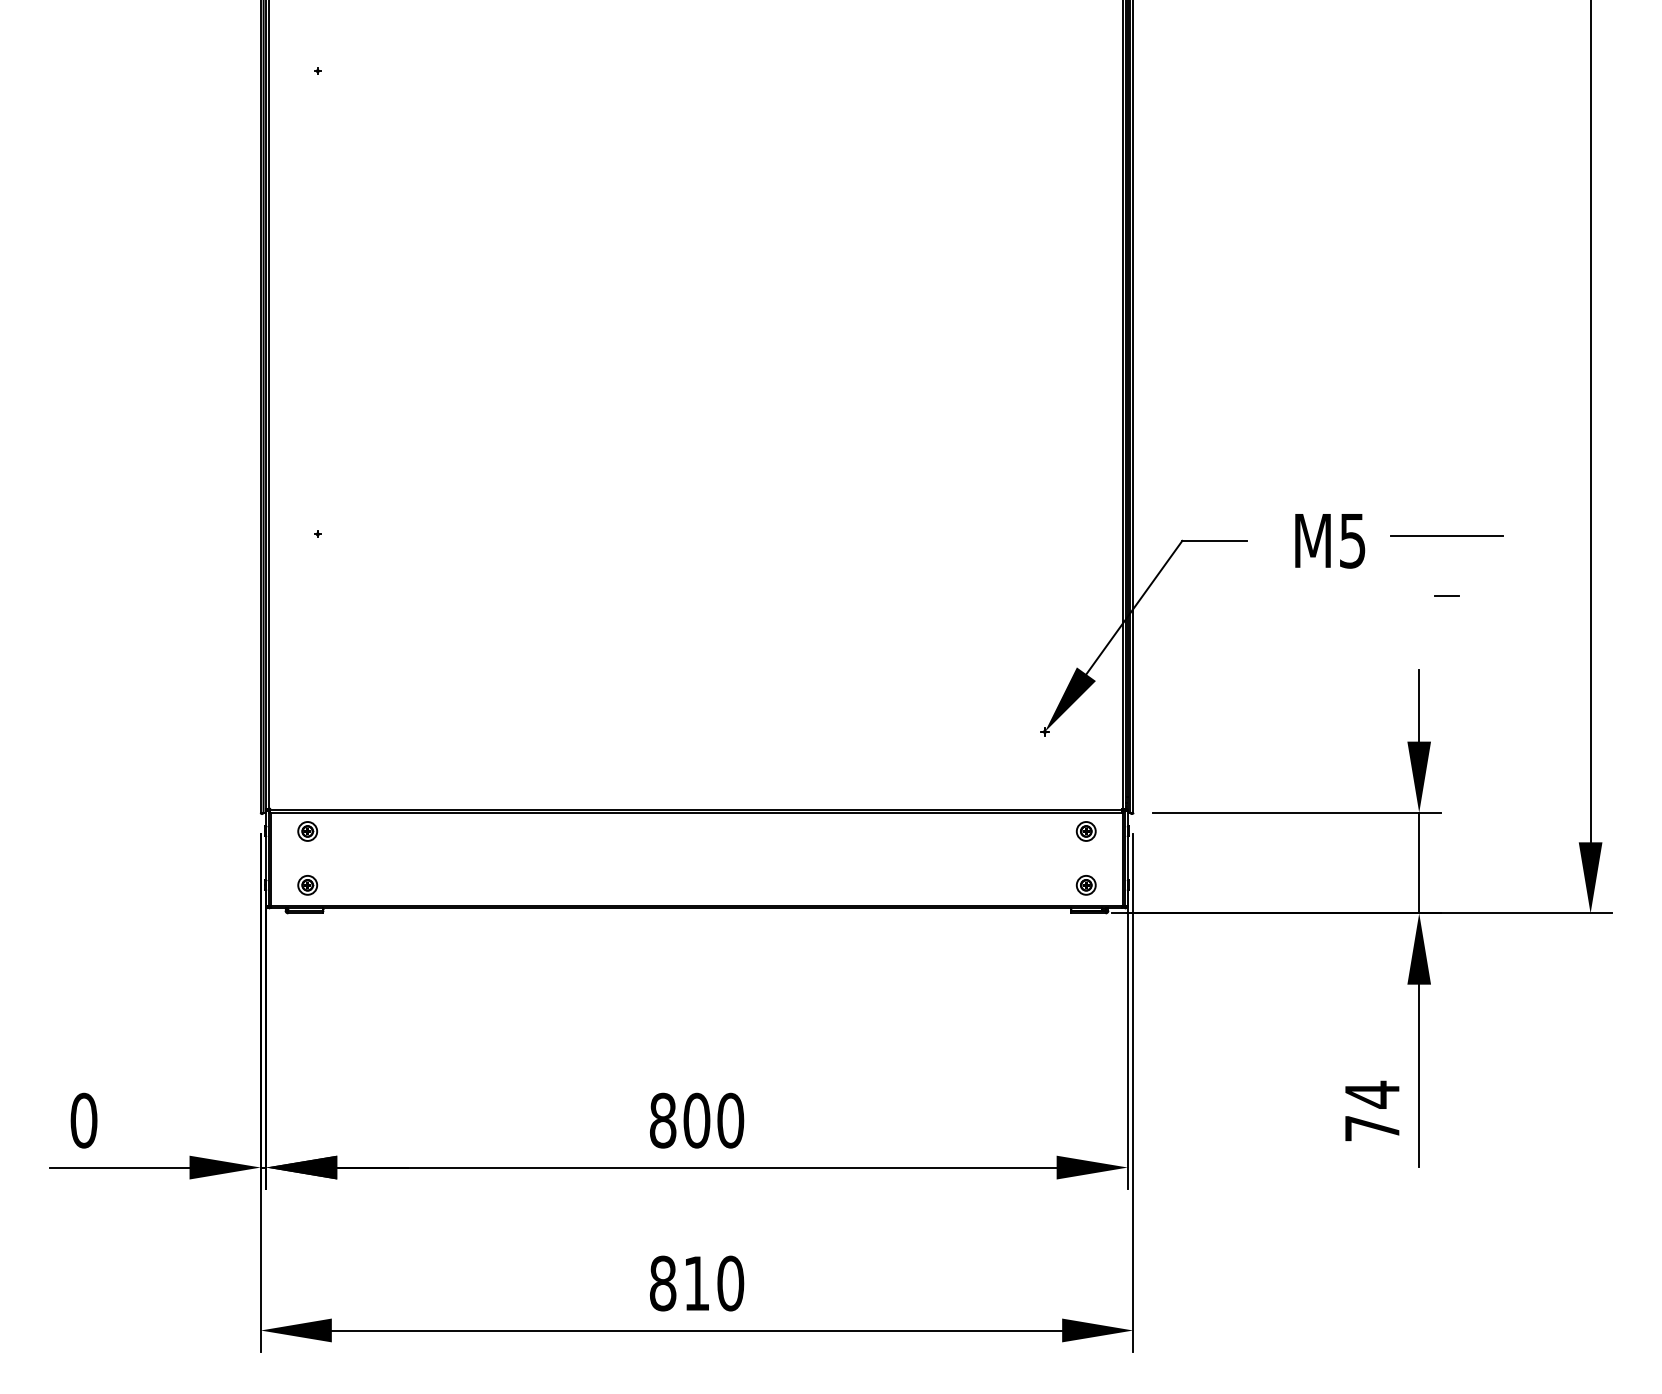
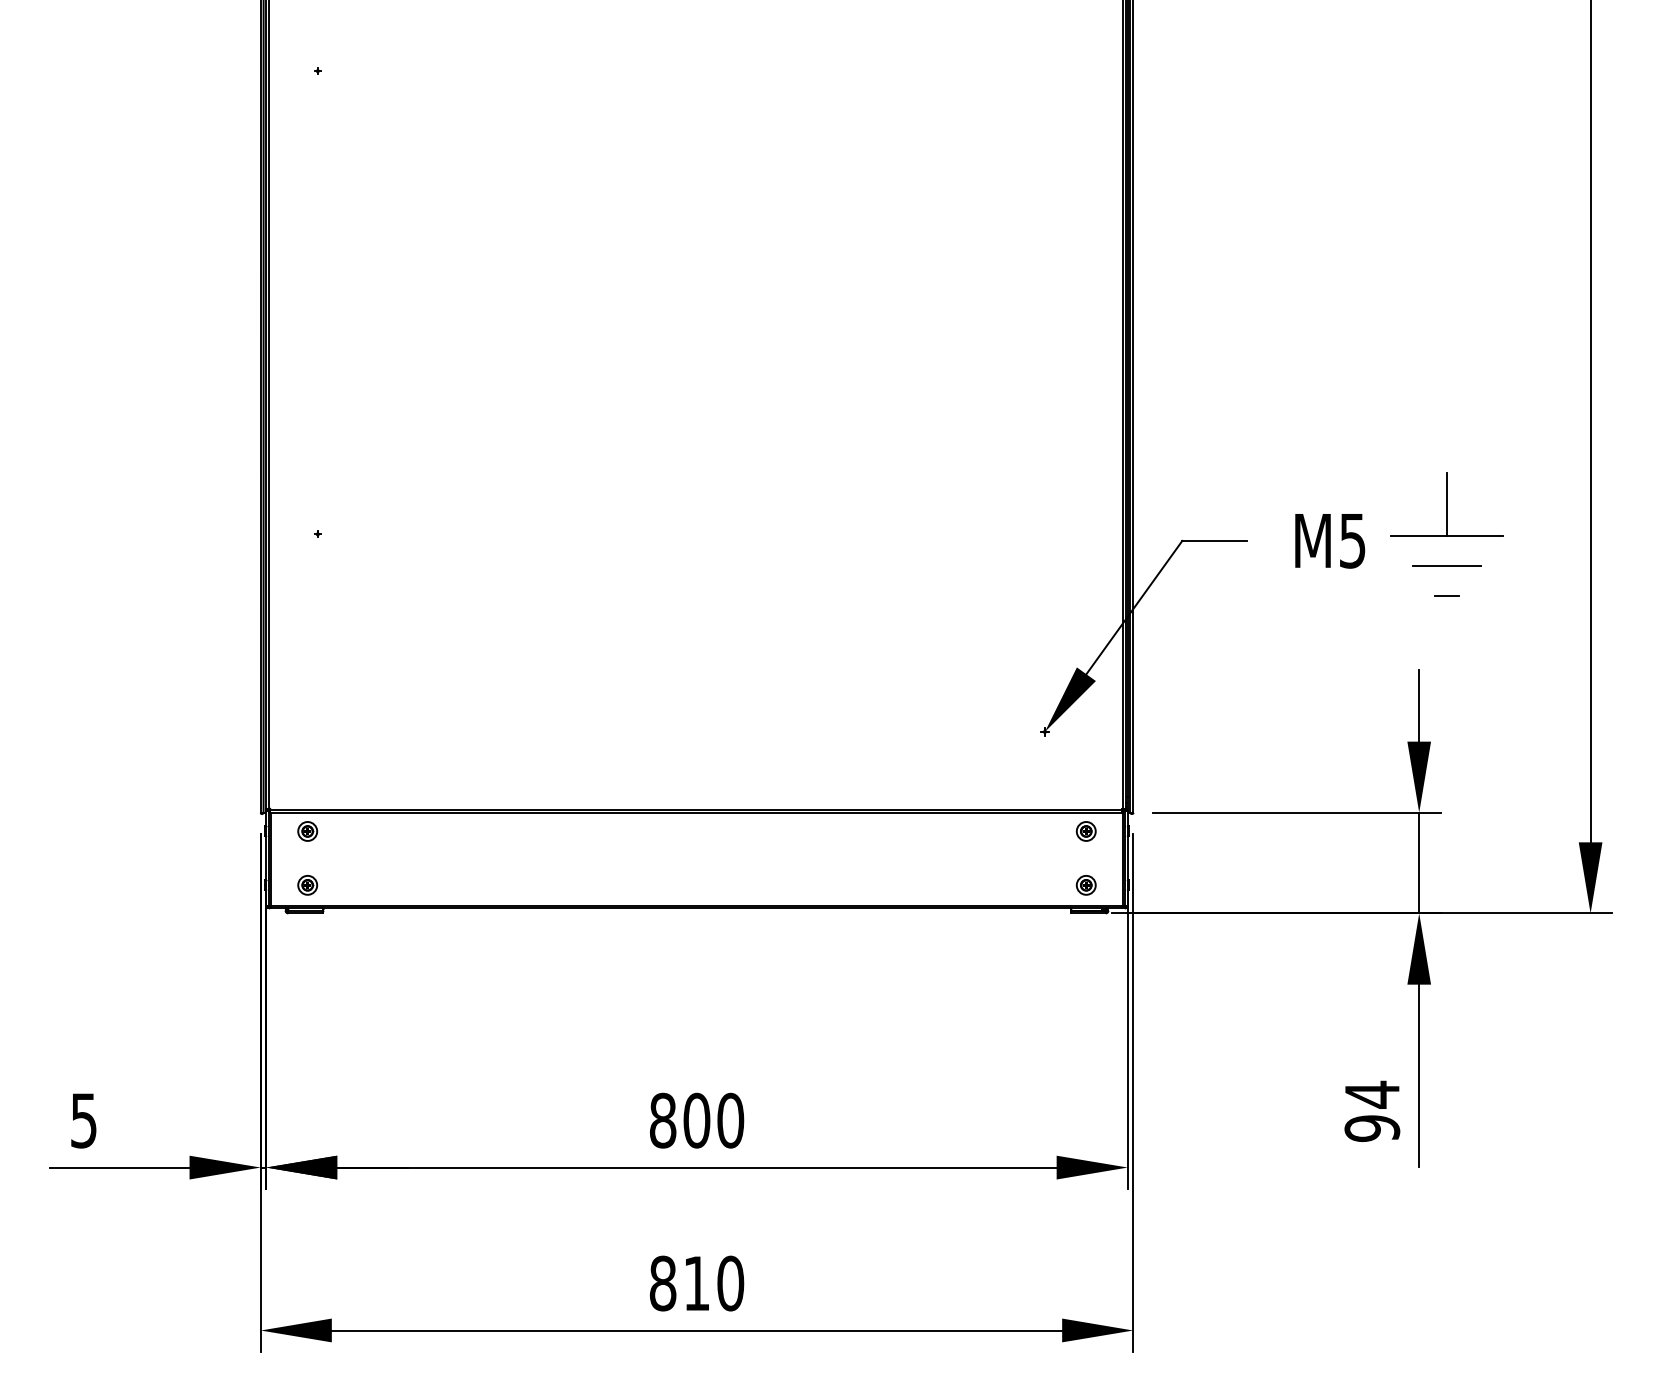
line at (1447, 504): none -> present
line at (1446, 565): none -> present
text at (83, 1120): 0 -> 5
text at (1372, 1128): 74 -> 94
